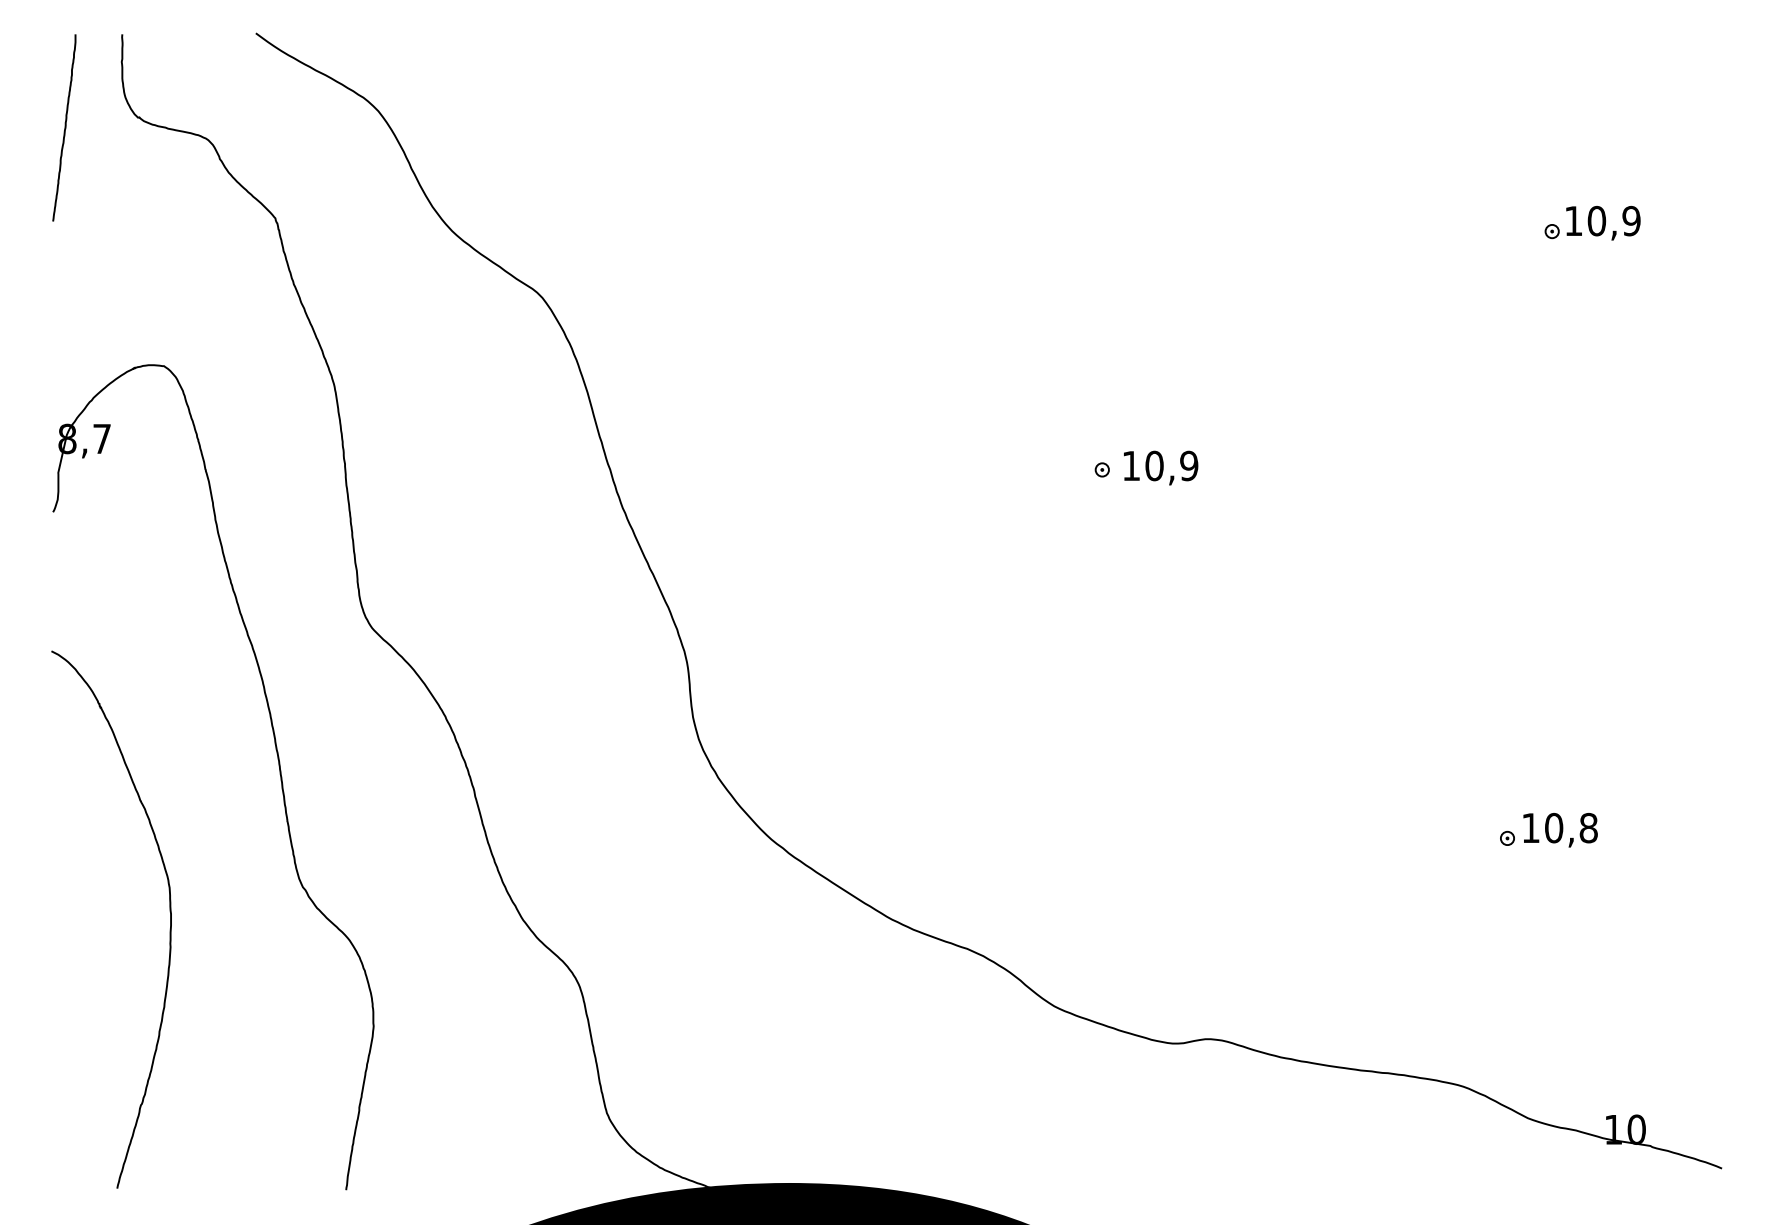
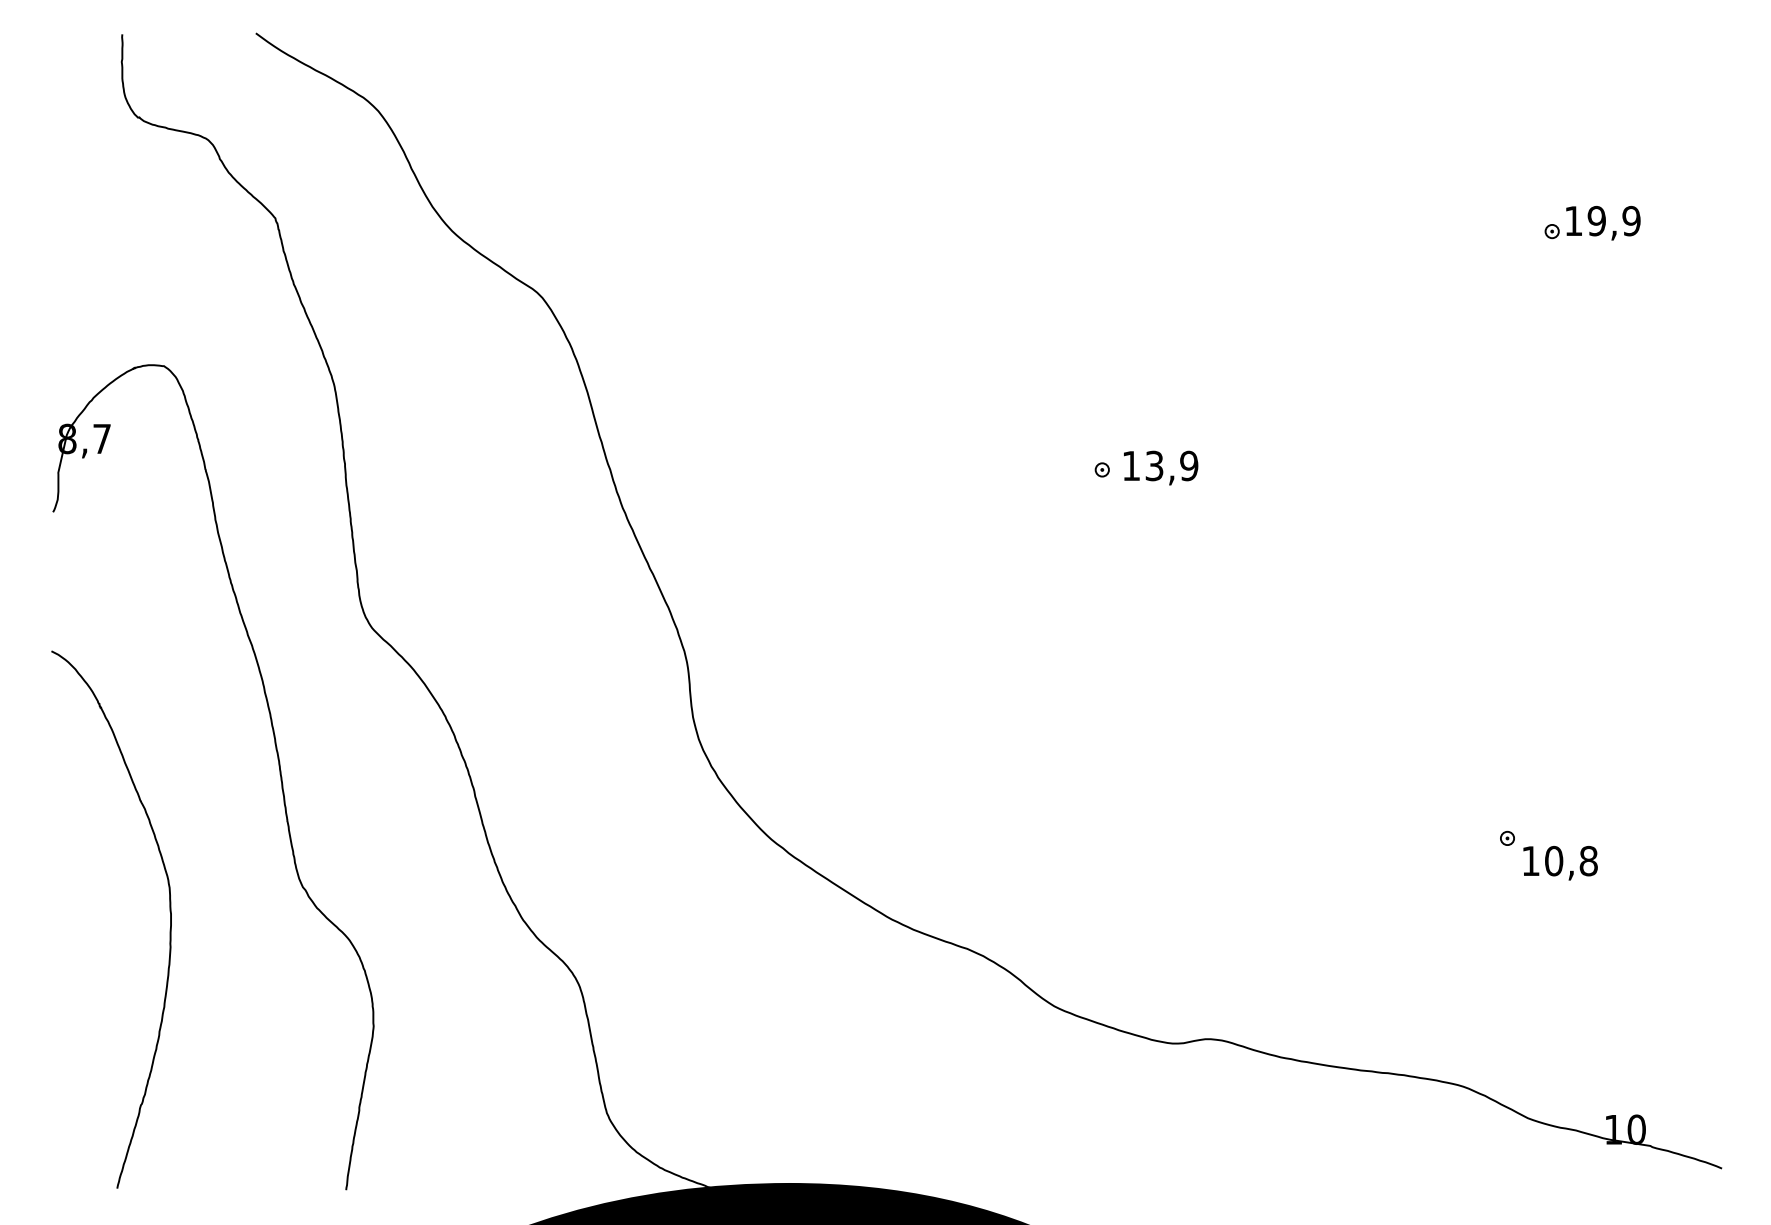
curve at (64, 127): present -> none
text at (1596, 221): 10,9 -> 19,9
text at (1154, 465): 10,9 -> 13,9
text at (1560, 830) position: (1560, 830) -> (1560, 863)
